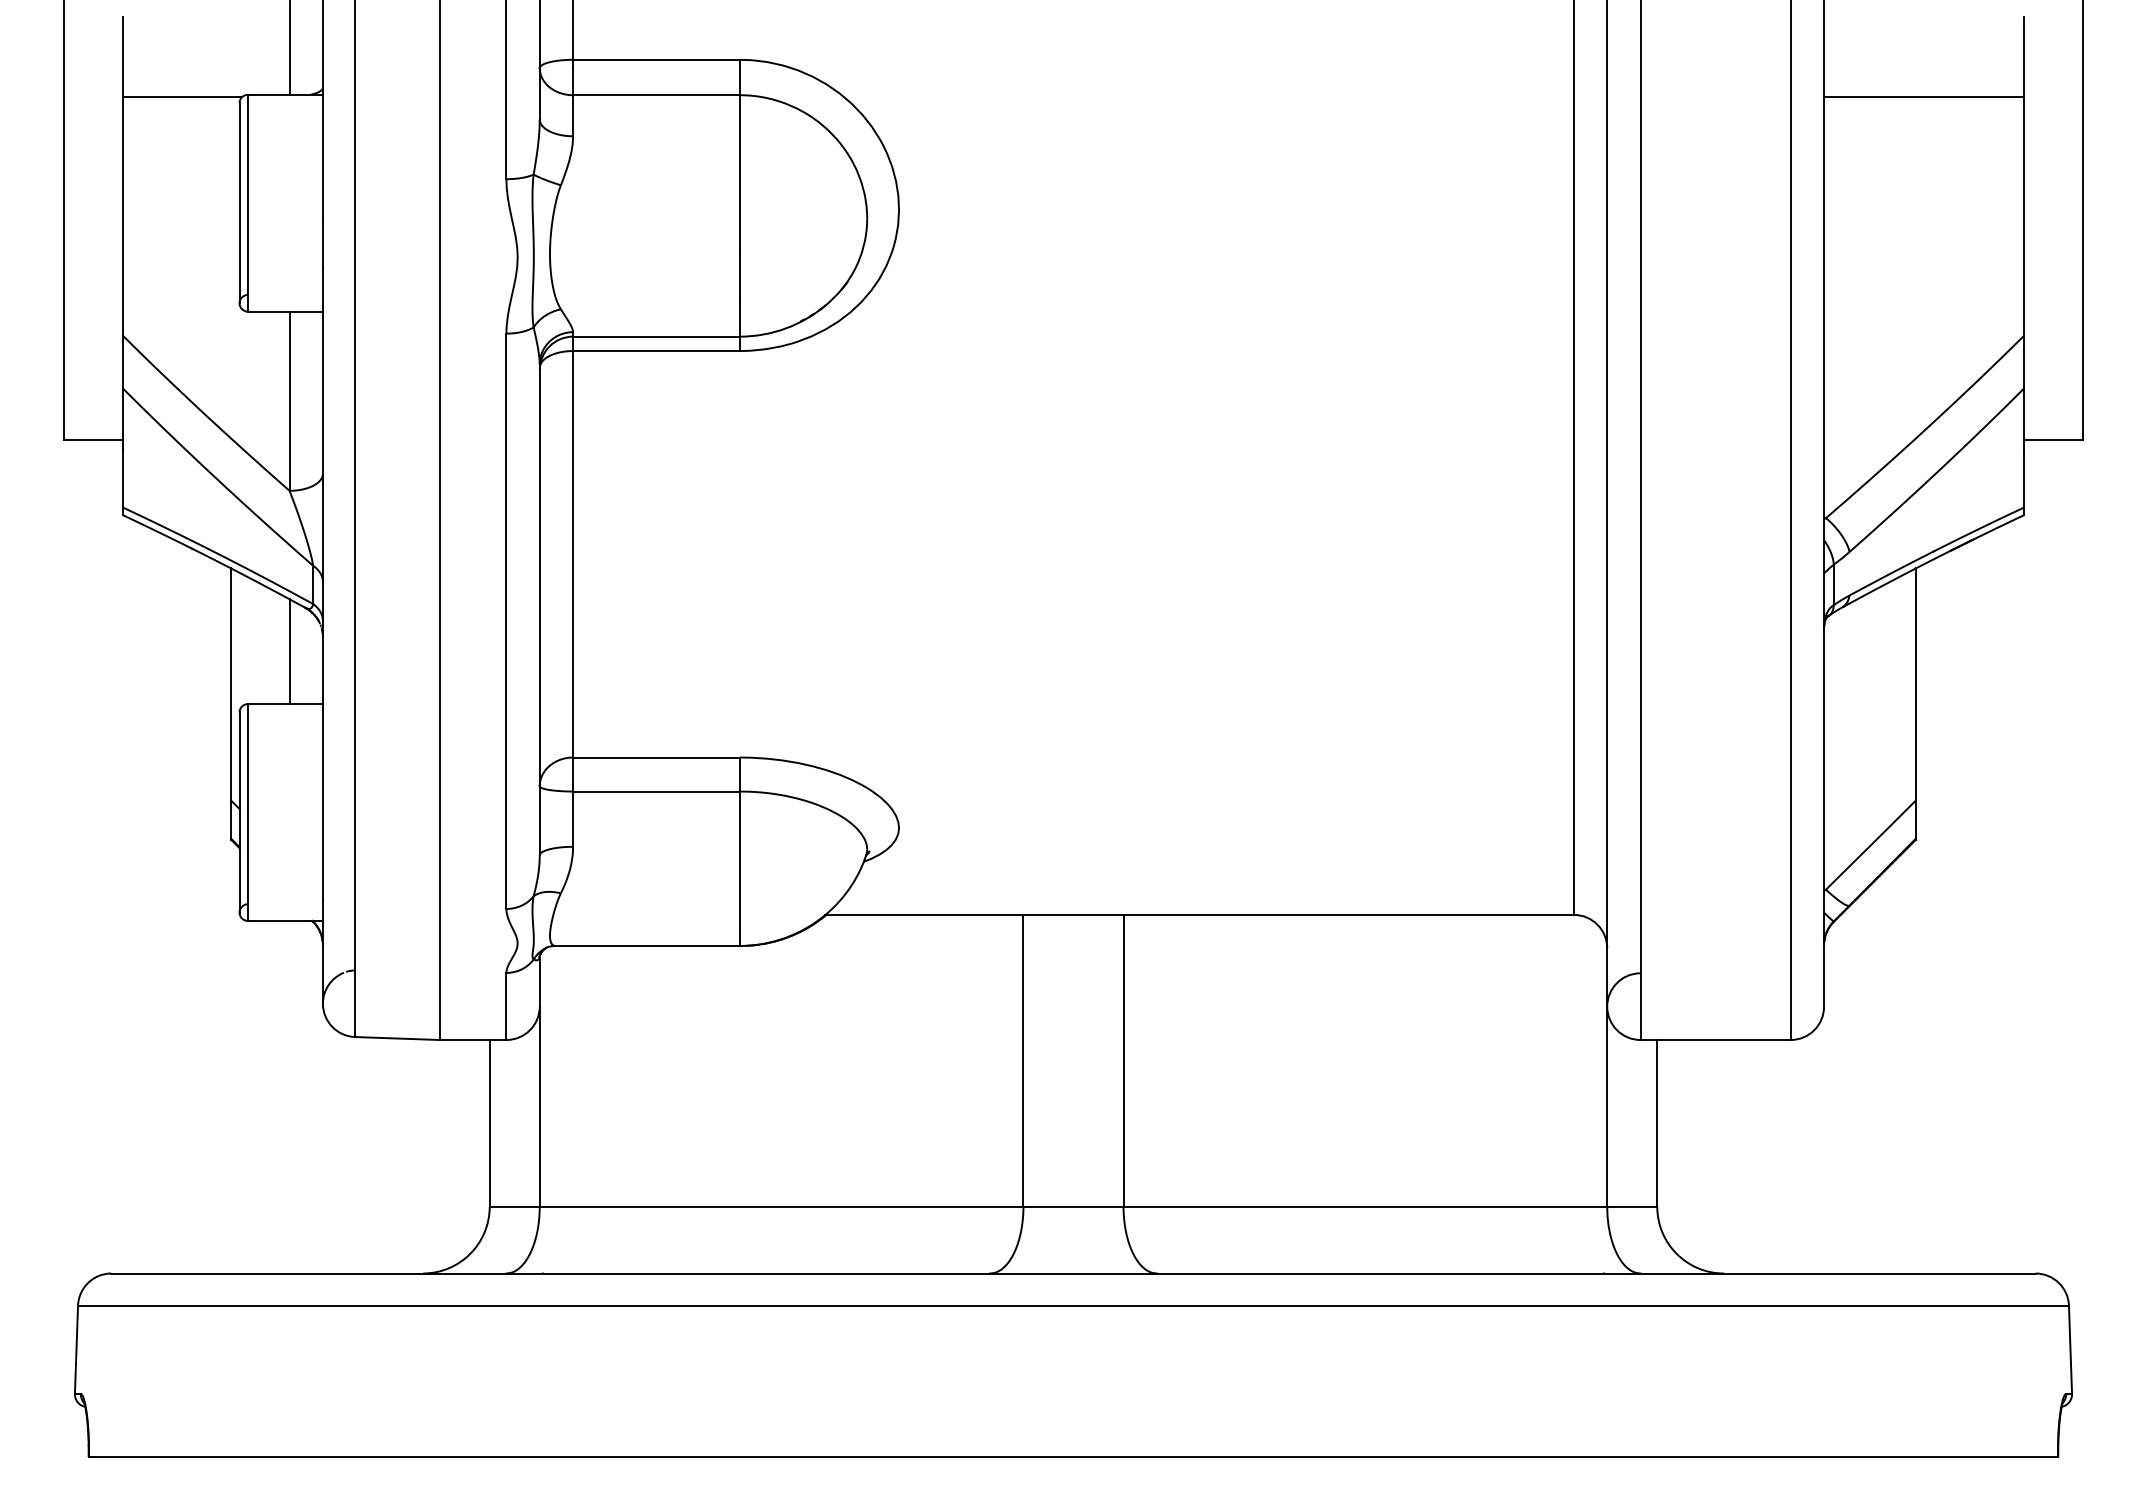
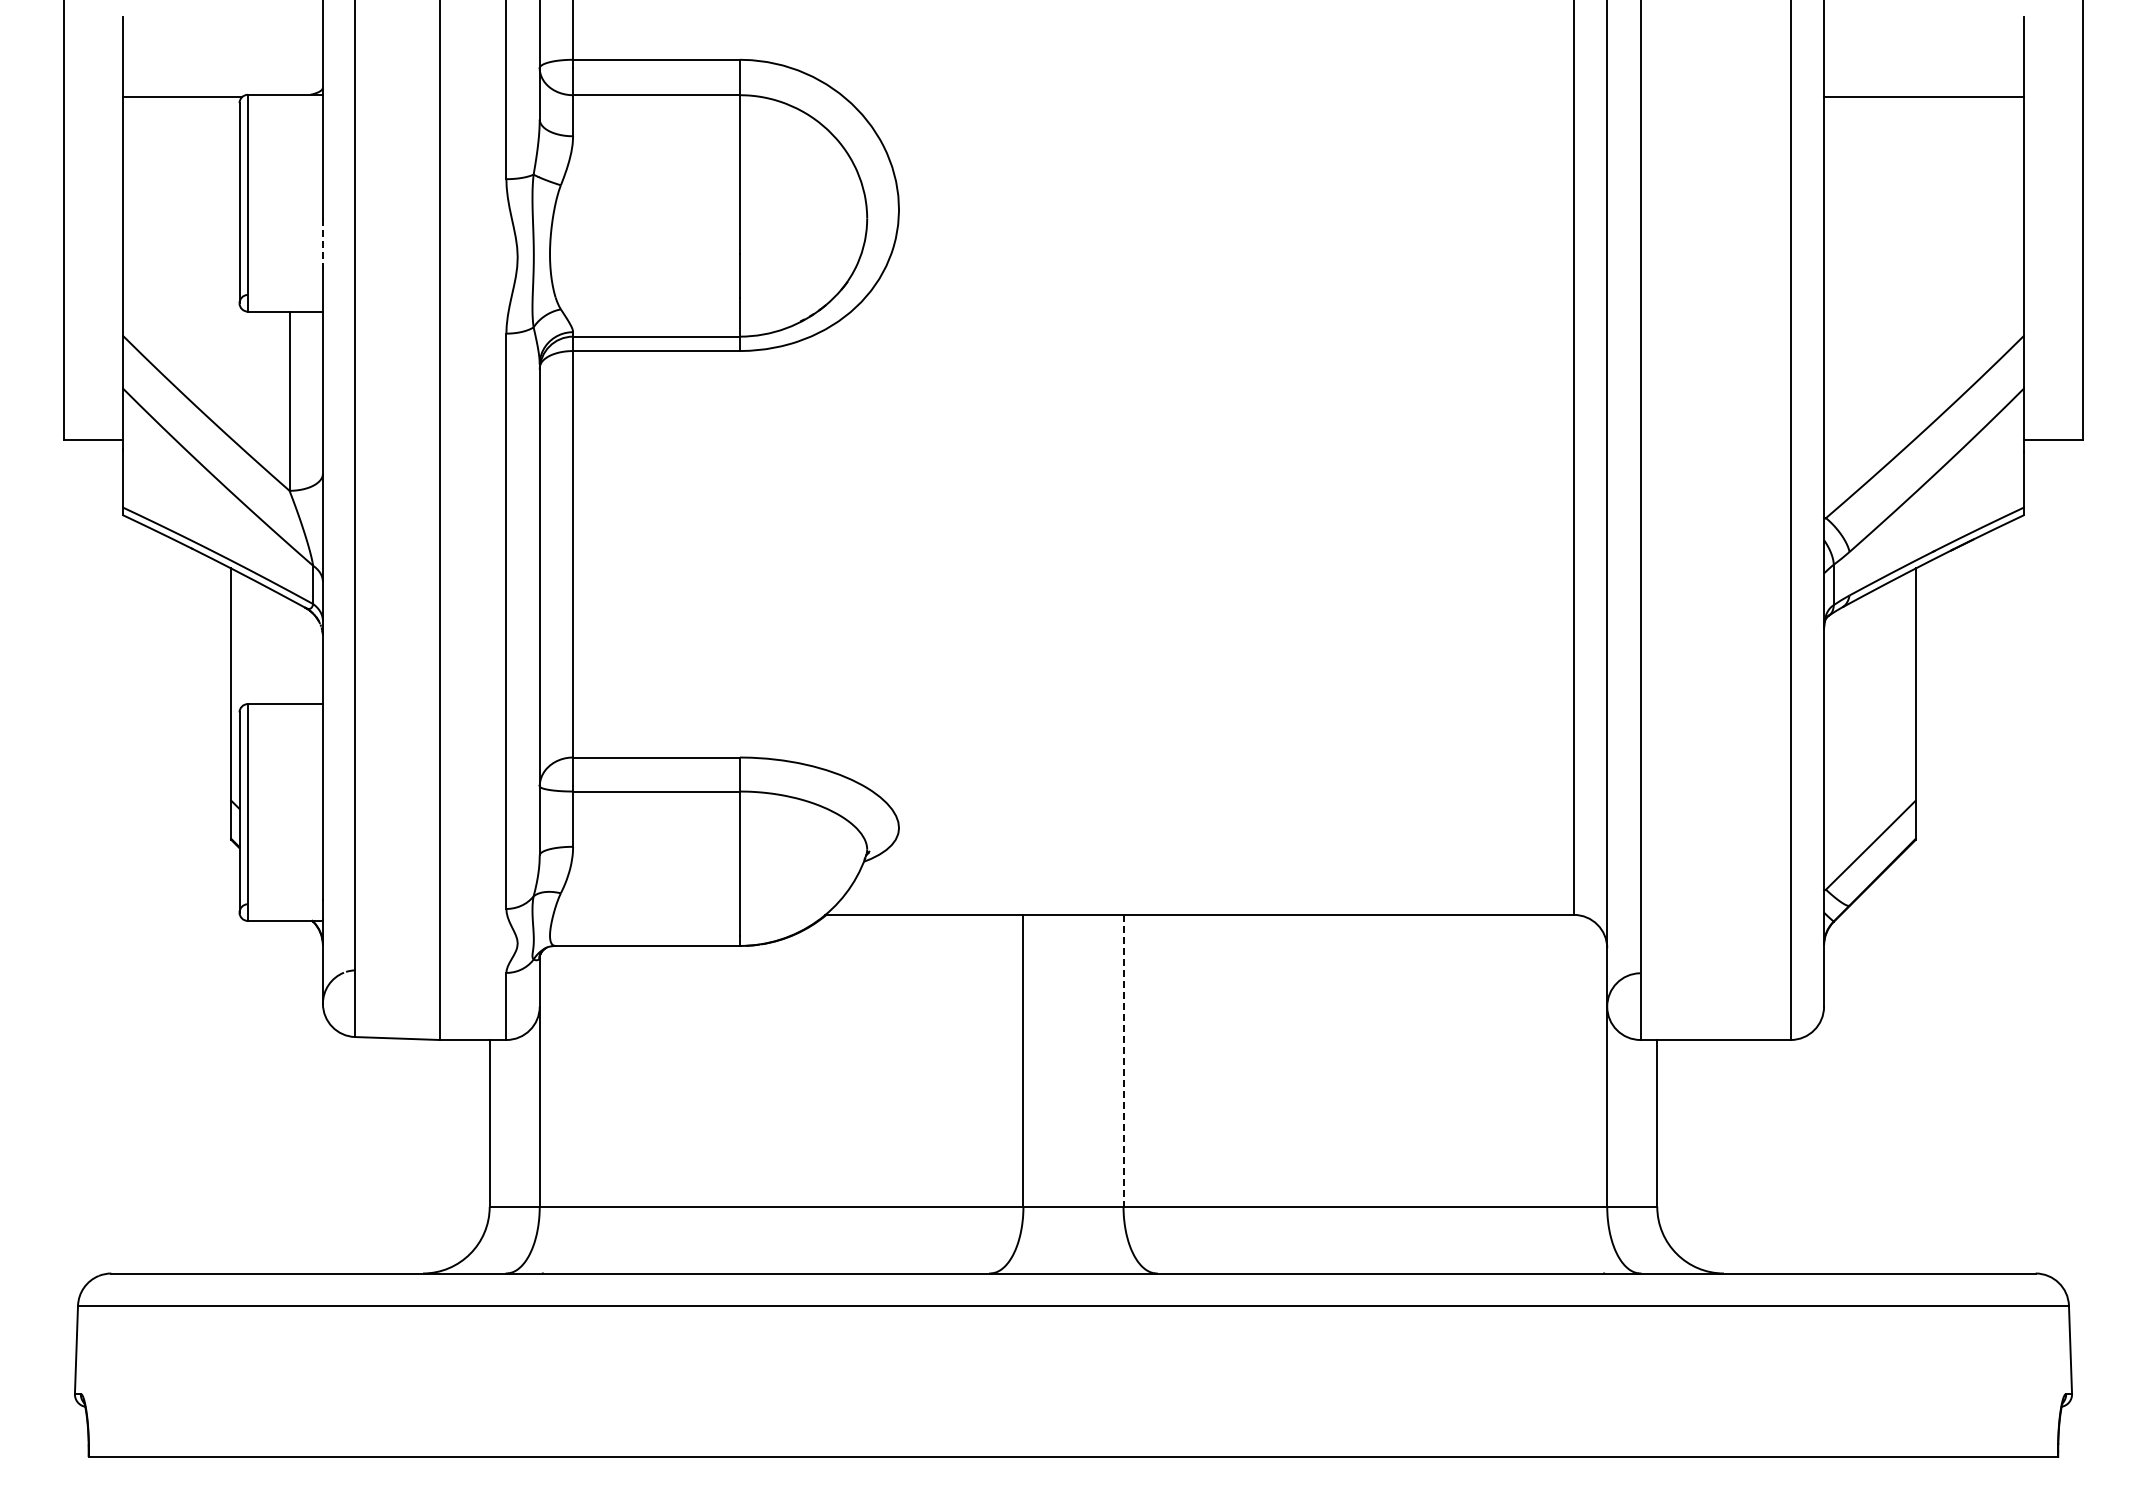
line at (289, 48): present -> none
line at (322, 243): solid -> dashed
line at (289, 651): present -> none
line at (1123, 1060): solid -> dashed
